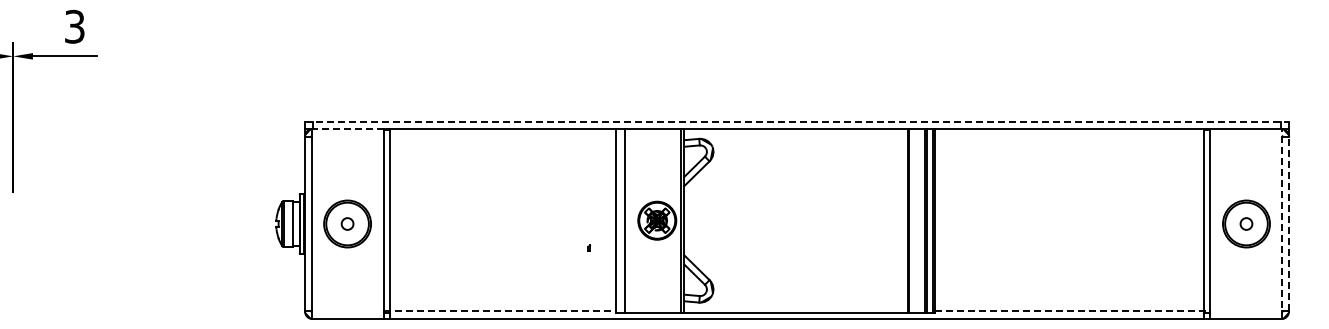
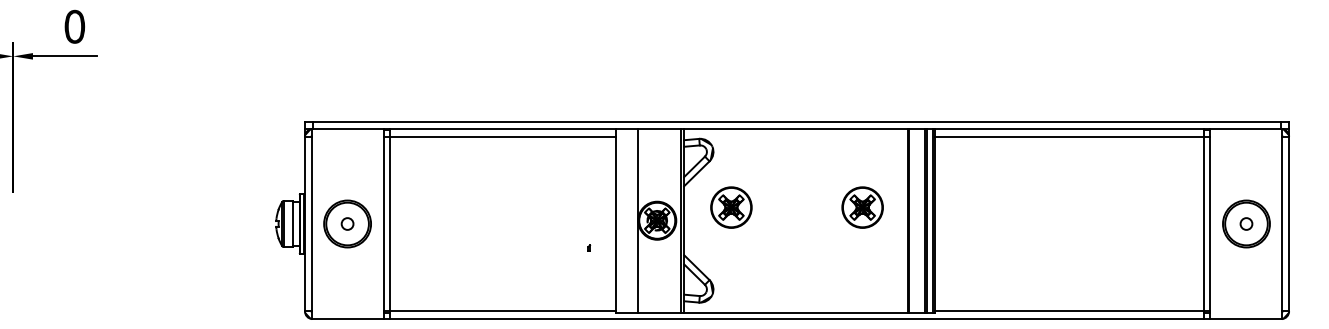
text at (74, 26): 3 -> 0
line at (797, 122): dashed -> solid
line at (347, 128): dashed -> solid
line at (499, 136): none -> present
line at (1072, 136): none -> present
part at (731, 207): none -> present
part at (862, 207): none -> present
line at (1289, 219): dashed -> solid
line at (625, 220) position: (625, 220) -> (638, 220)
line at (1281, 223): dashed -> solid
line at (500, 311): dashed -> solid
line at (1072, 311): dashed -> solid
